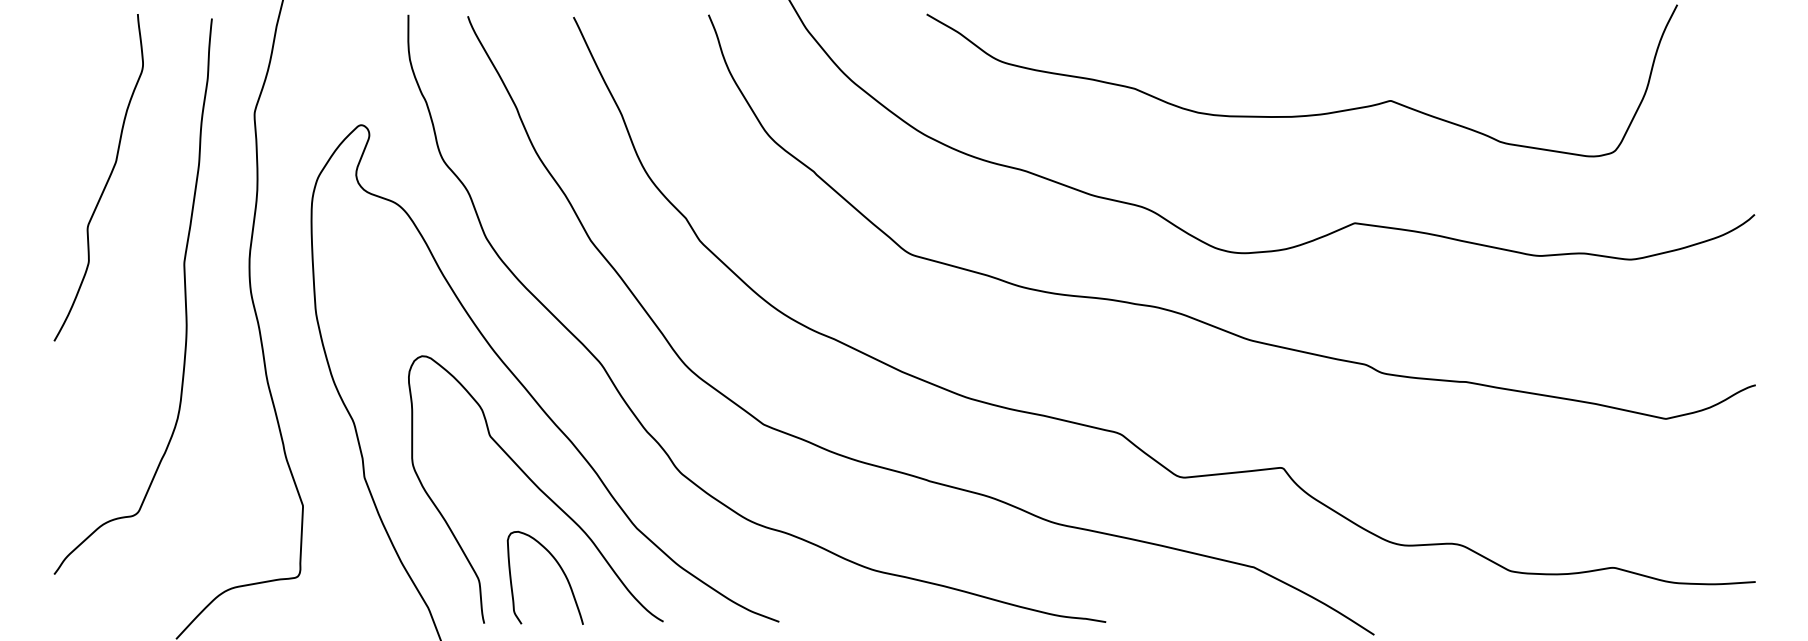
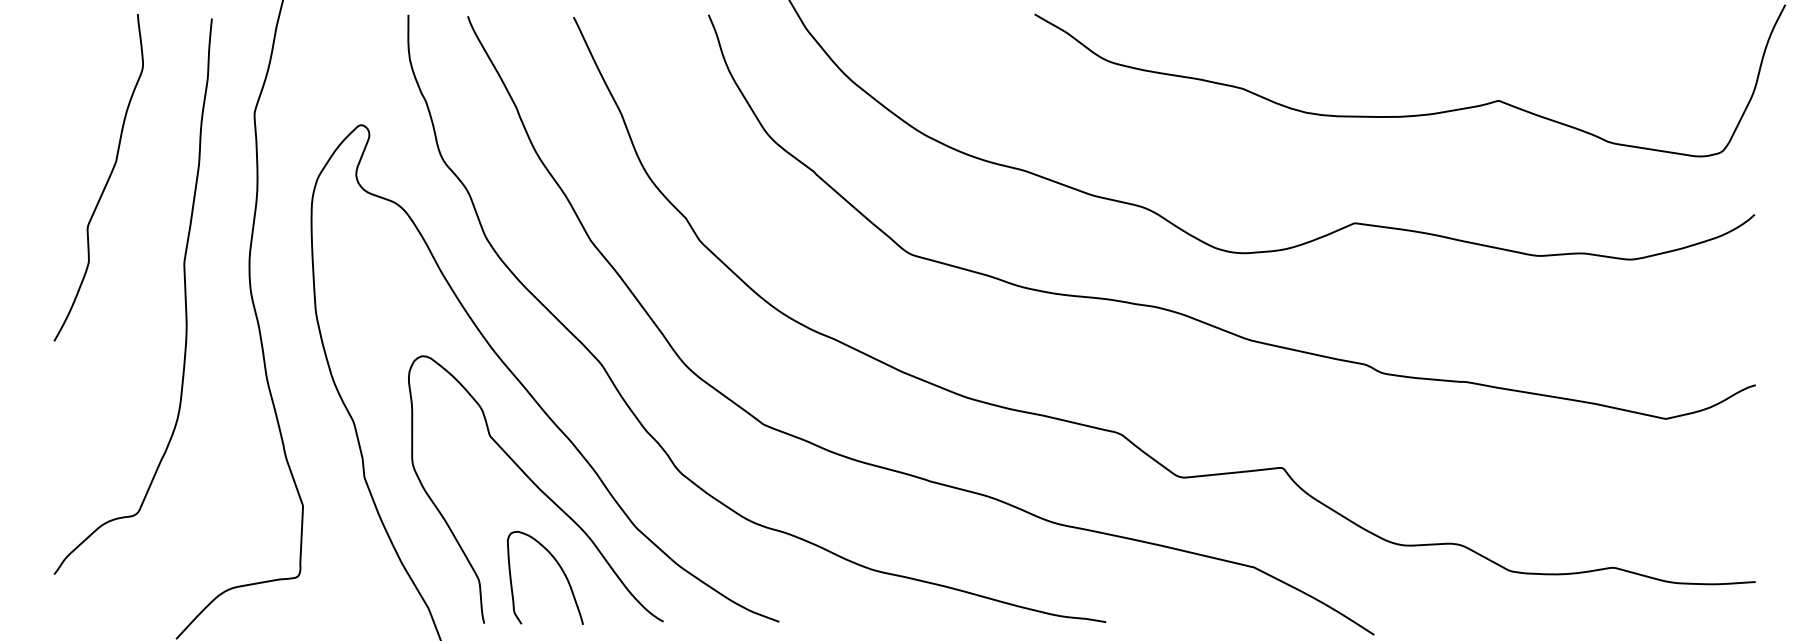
curve at (1307, 114) position: (1307, 114) -> (1415, 114)
